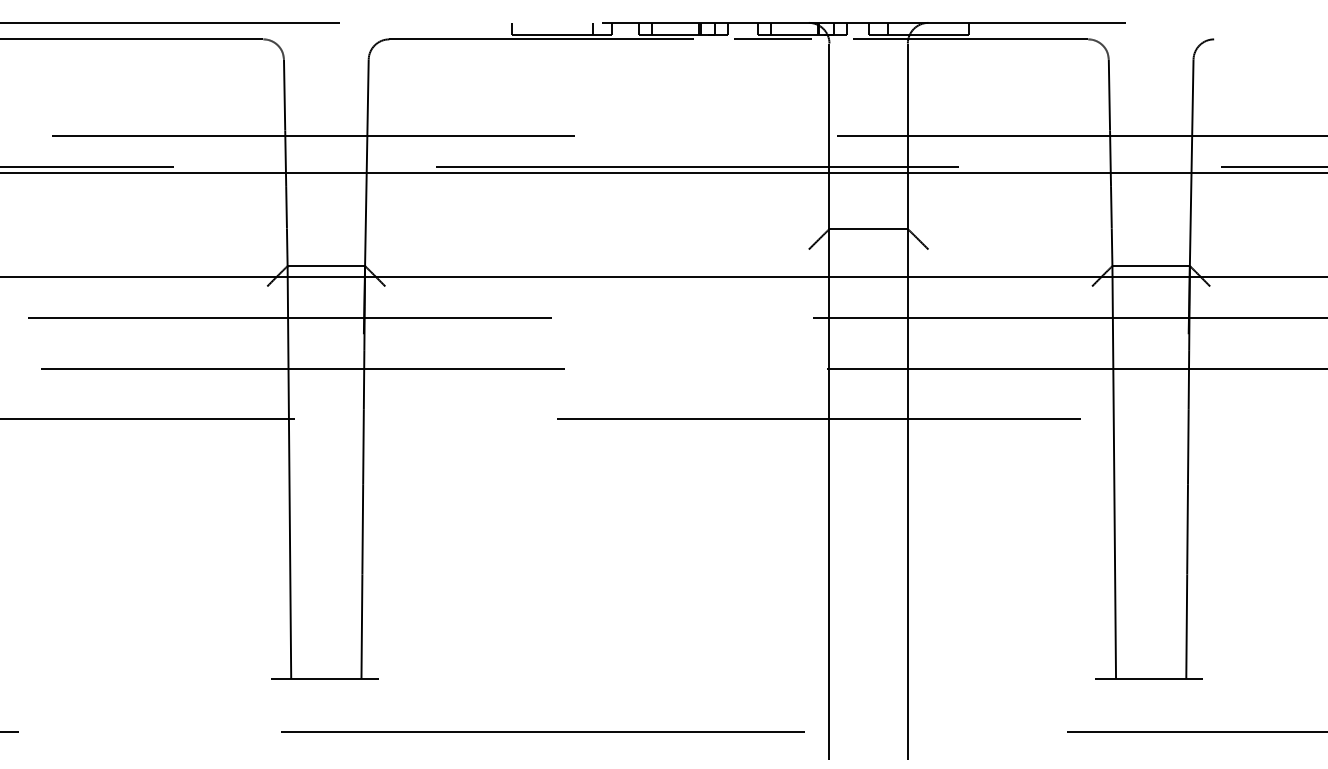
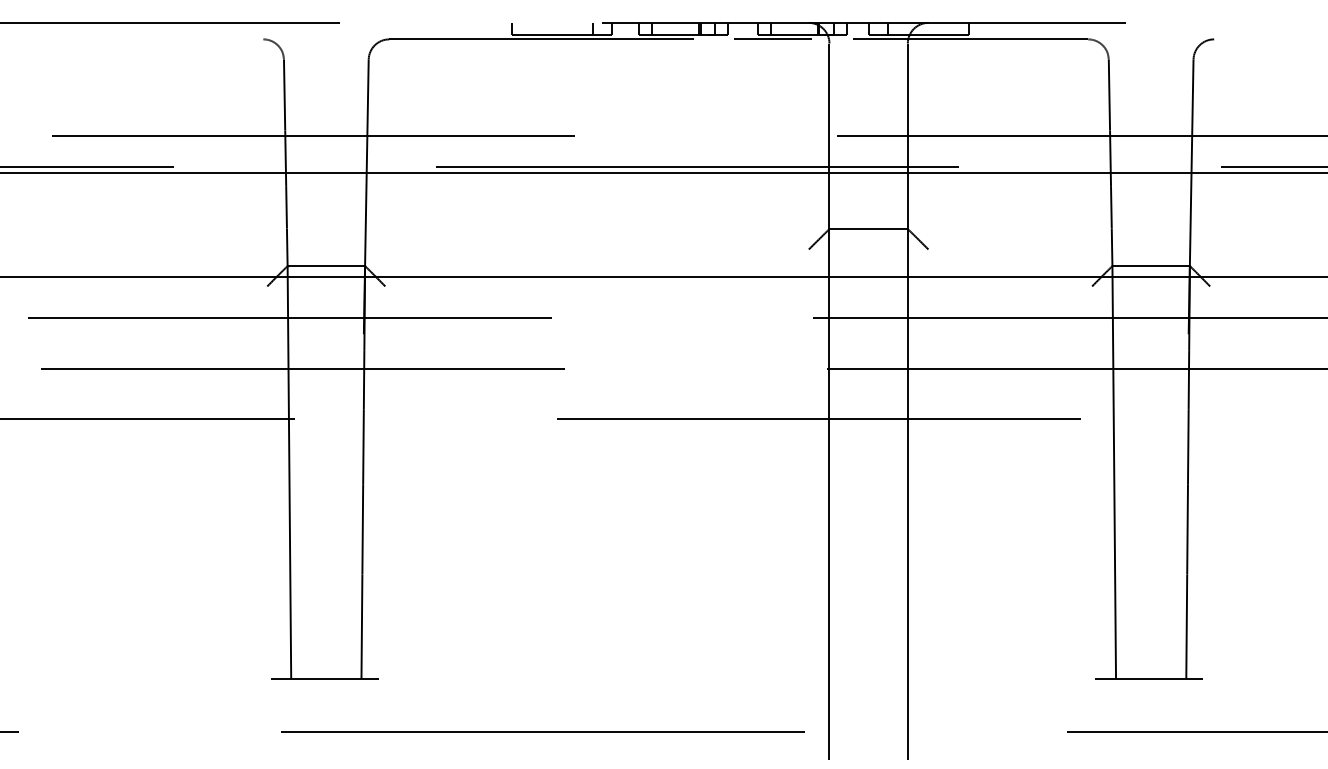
line at (132, 39): present -> none
